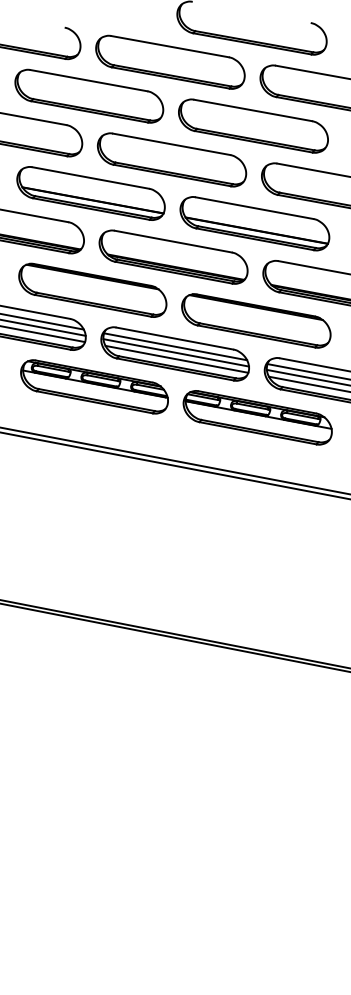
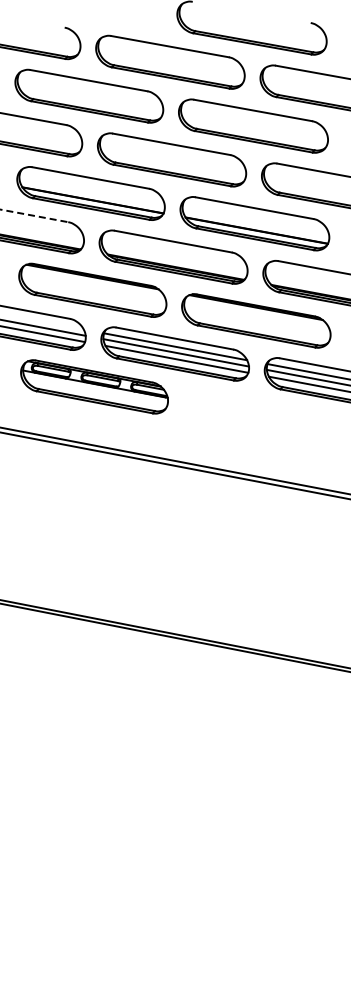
line at (34, 215): solid -> dashed
line at (42, 321): present -> none
part at (257, 417): present -> none
